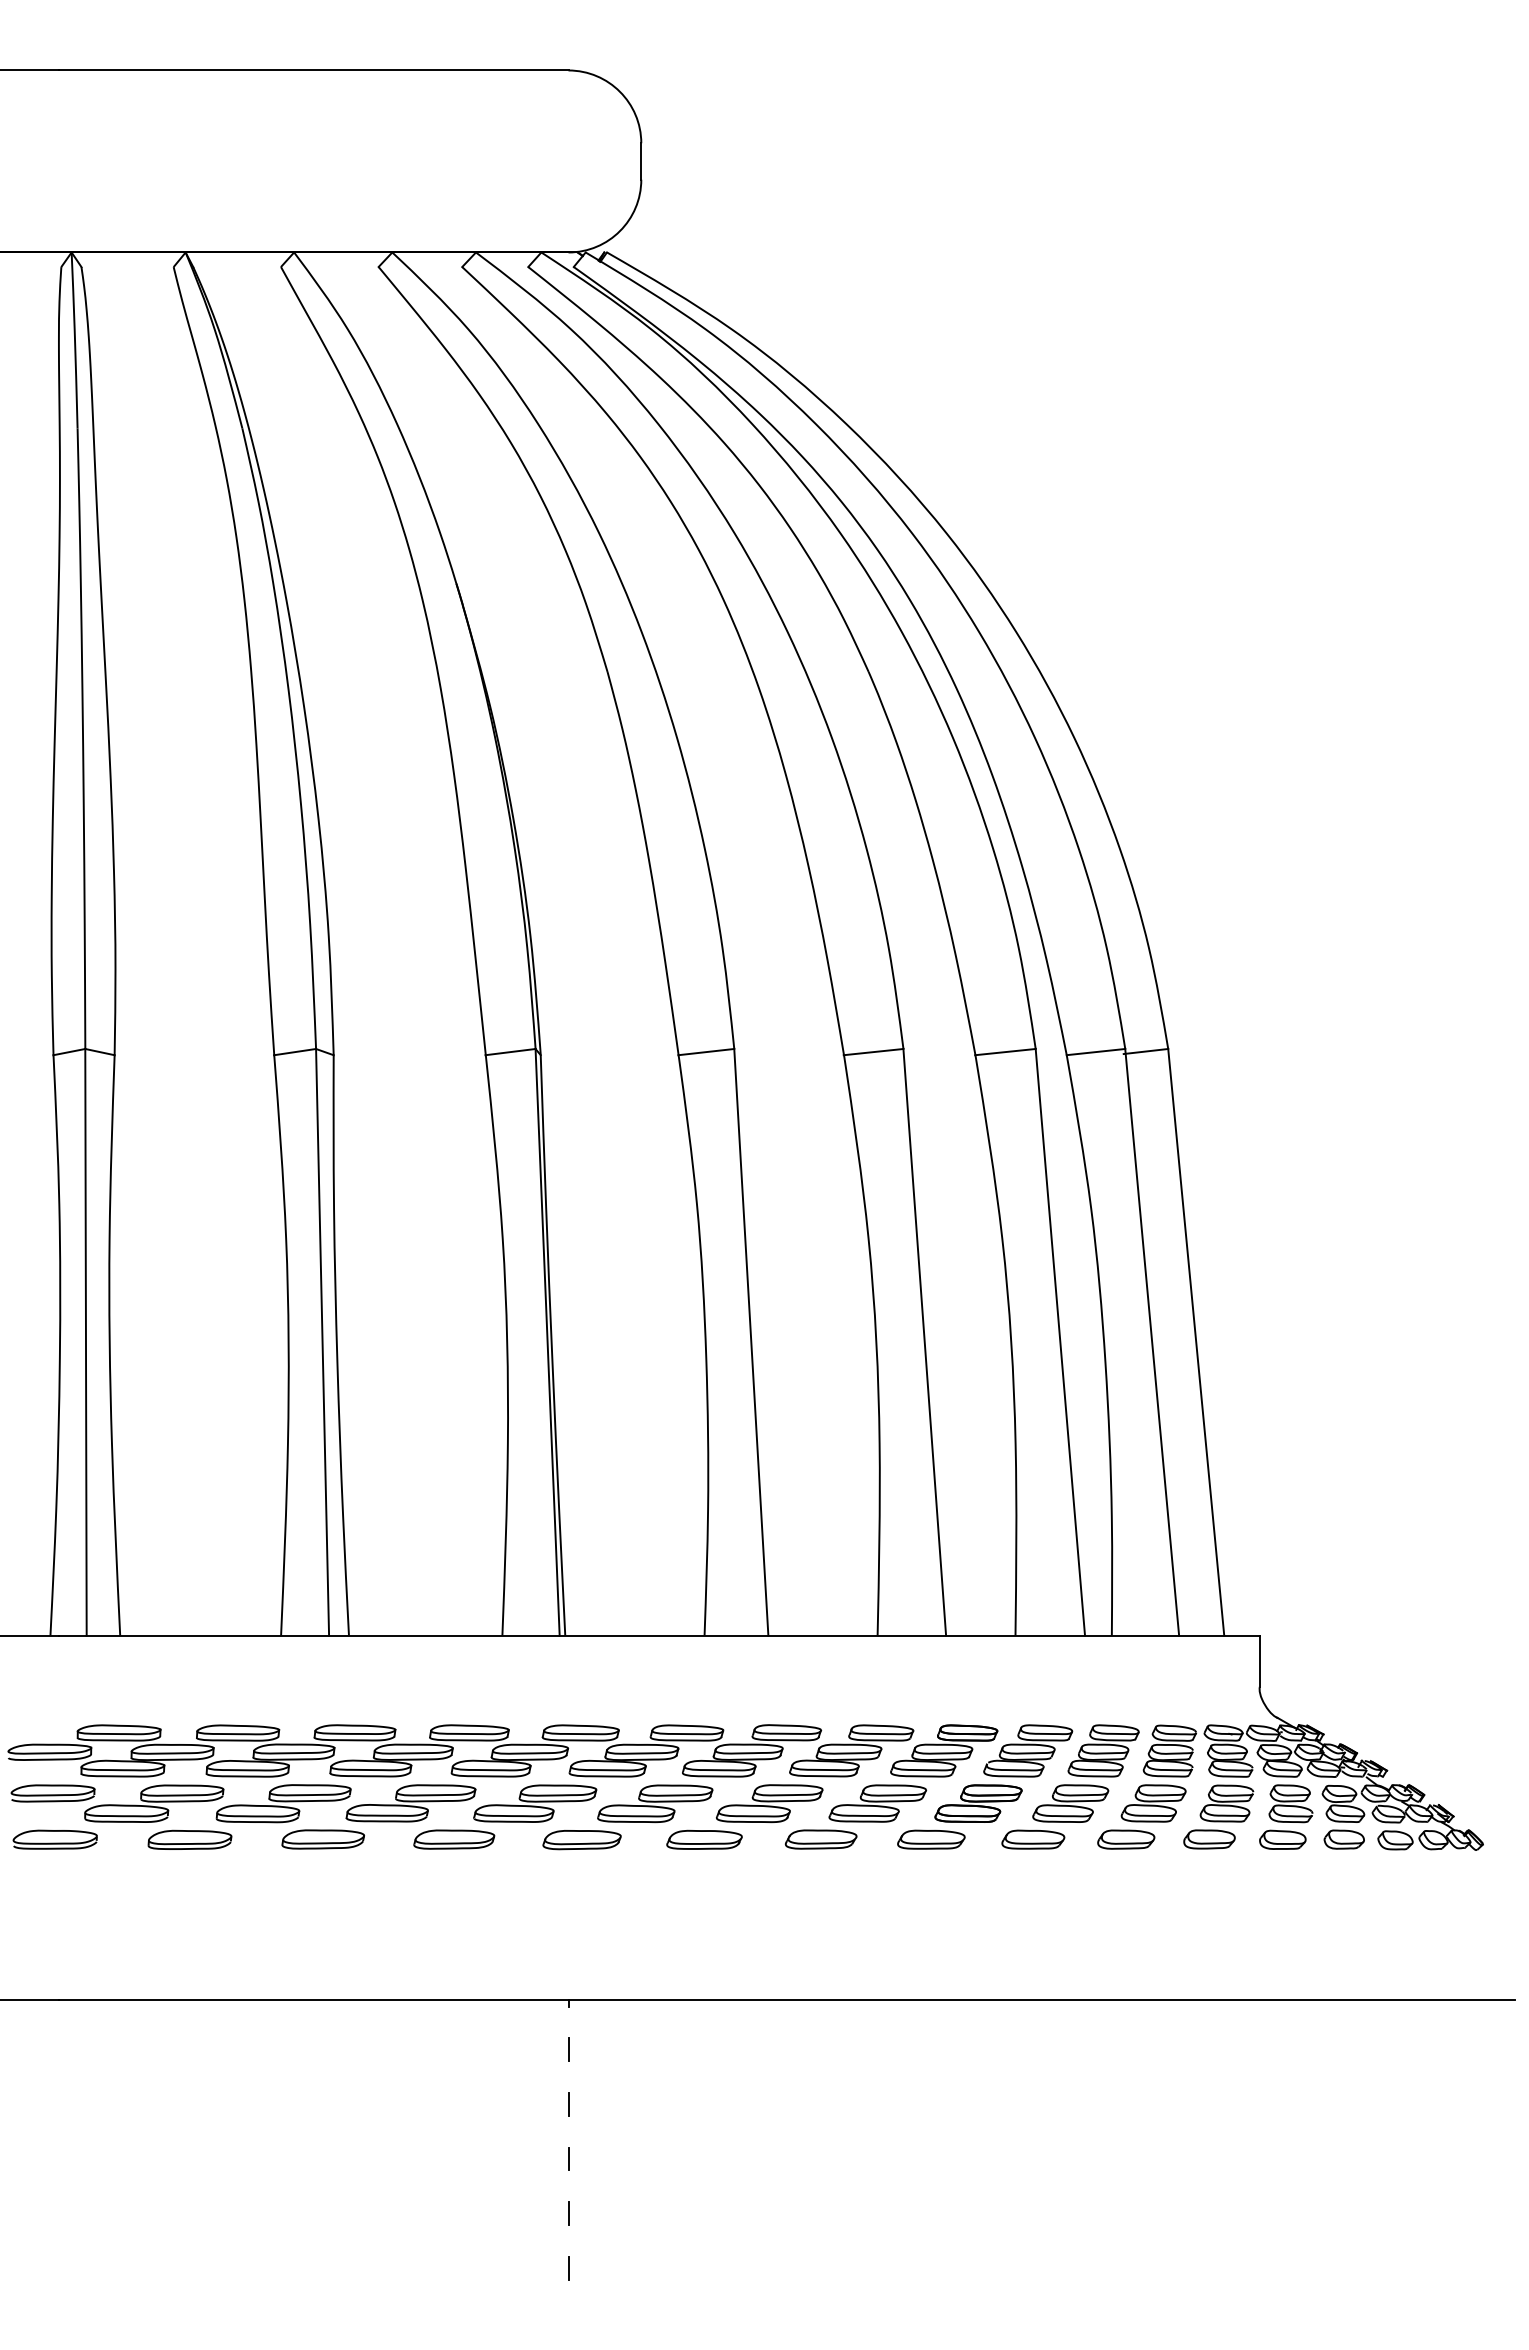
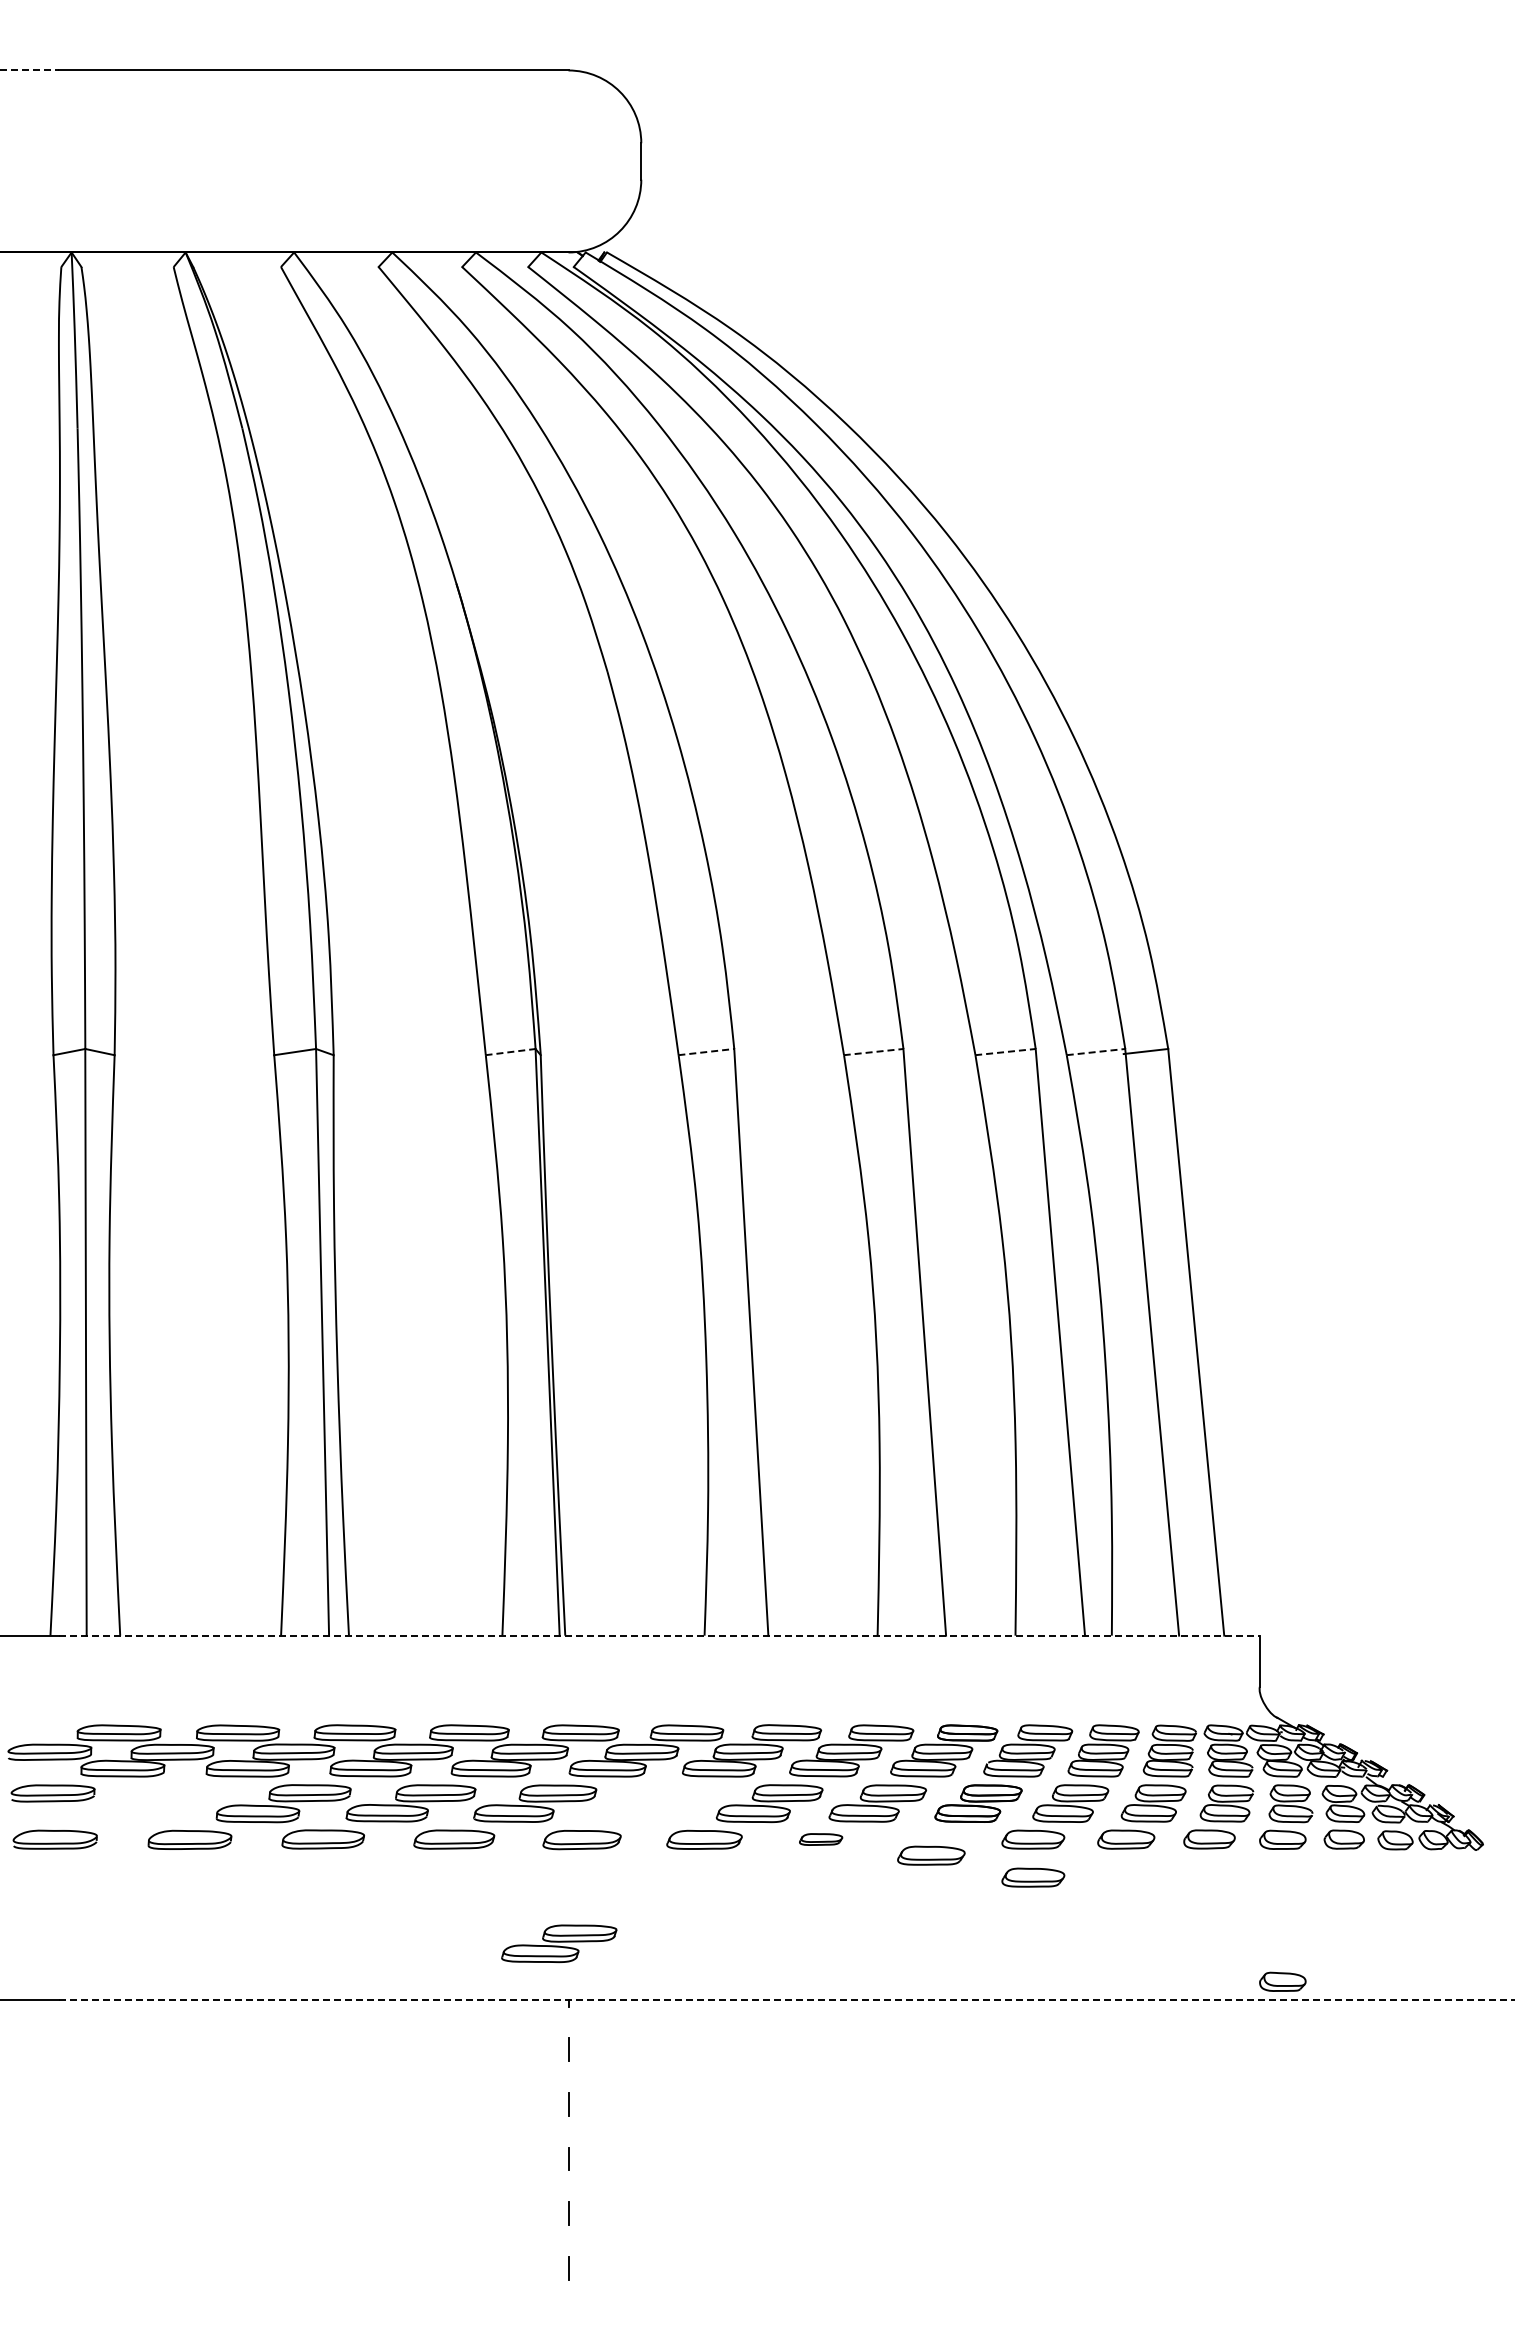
line at (29, 70): solid -> dashed
line at (511, 1052): solid -> dashed
line at (706, 1052): solid -> dashed
line at (874, 1052): solid -> dashed
line at (1005, 1052): solid -> dashed
line at (1096, 1052): solid -> dashed
line at (659, 1635): solid -> dashed
part at (154, 1803): present -> none
part at (655, 1803) position: (655, 1803) -> (559, 1943)
part at (820, 1839) size: 74x21 px -> 45x13 px
part at (931, 1839) position: (931, 1839) -> (931, 1855)
part at (1033, 1877): none -> present
part at (1282, 1981): none -> present
line at (786, 1999): solid -> dashed
